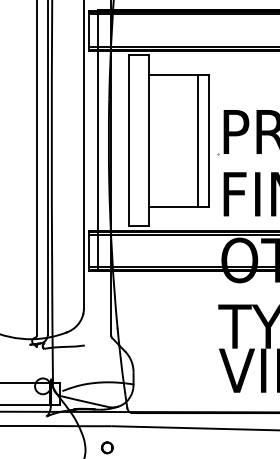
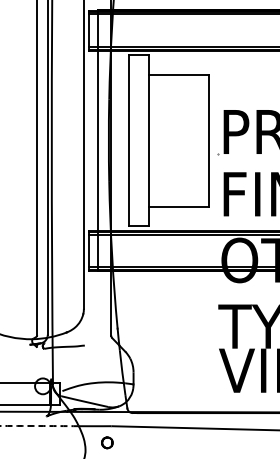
line at (197, 140): present -> none
line at (39, 426): solid -> dashed
part at (107, 447) position: (107, 447) -> (107, 442)
